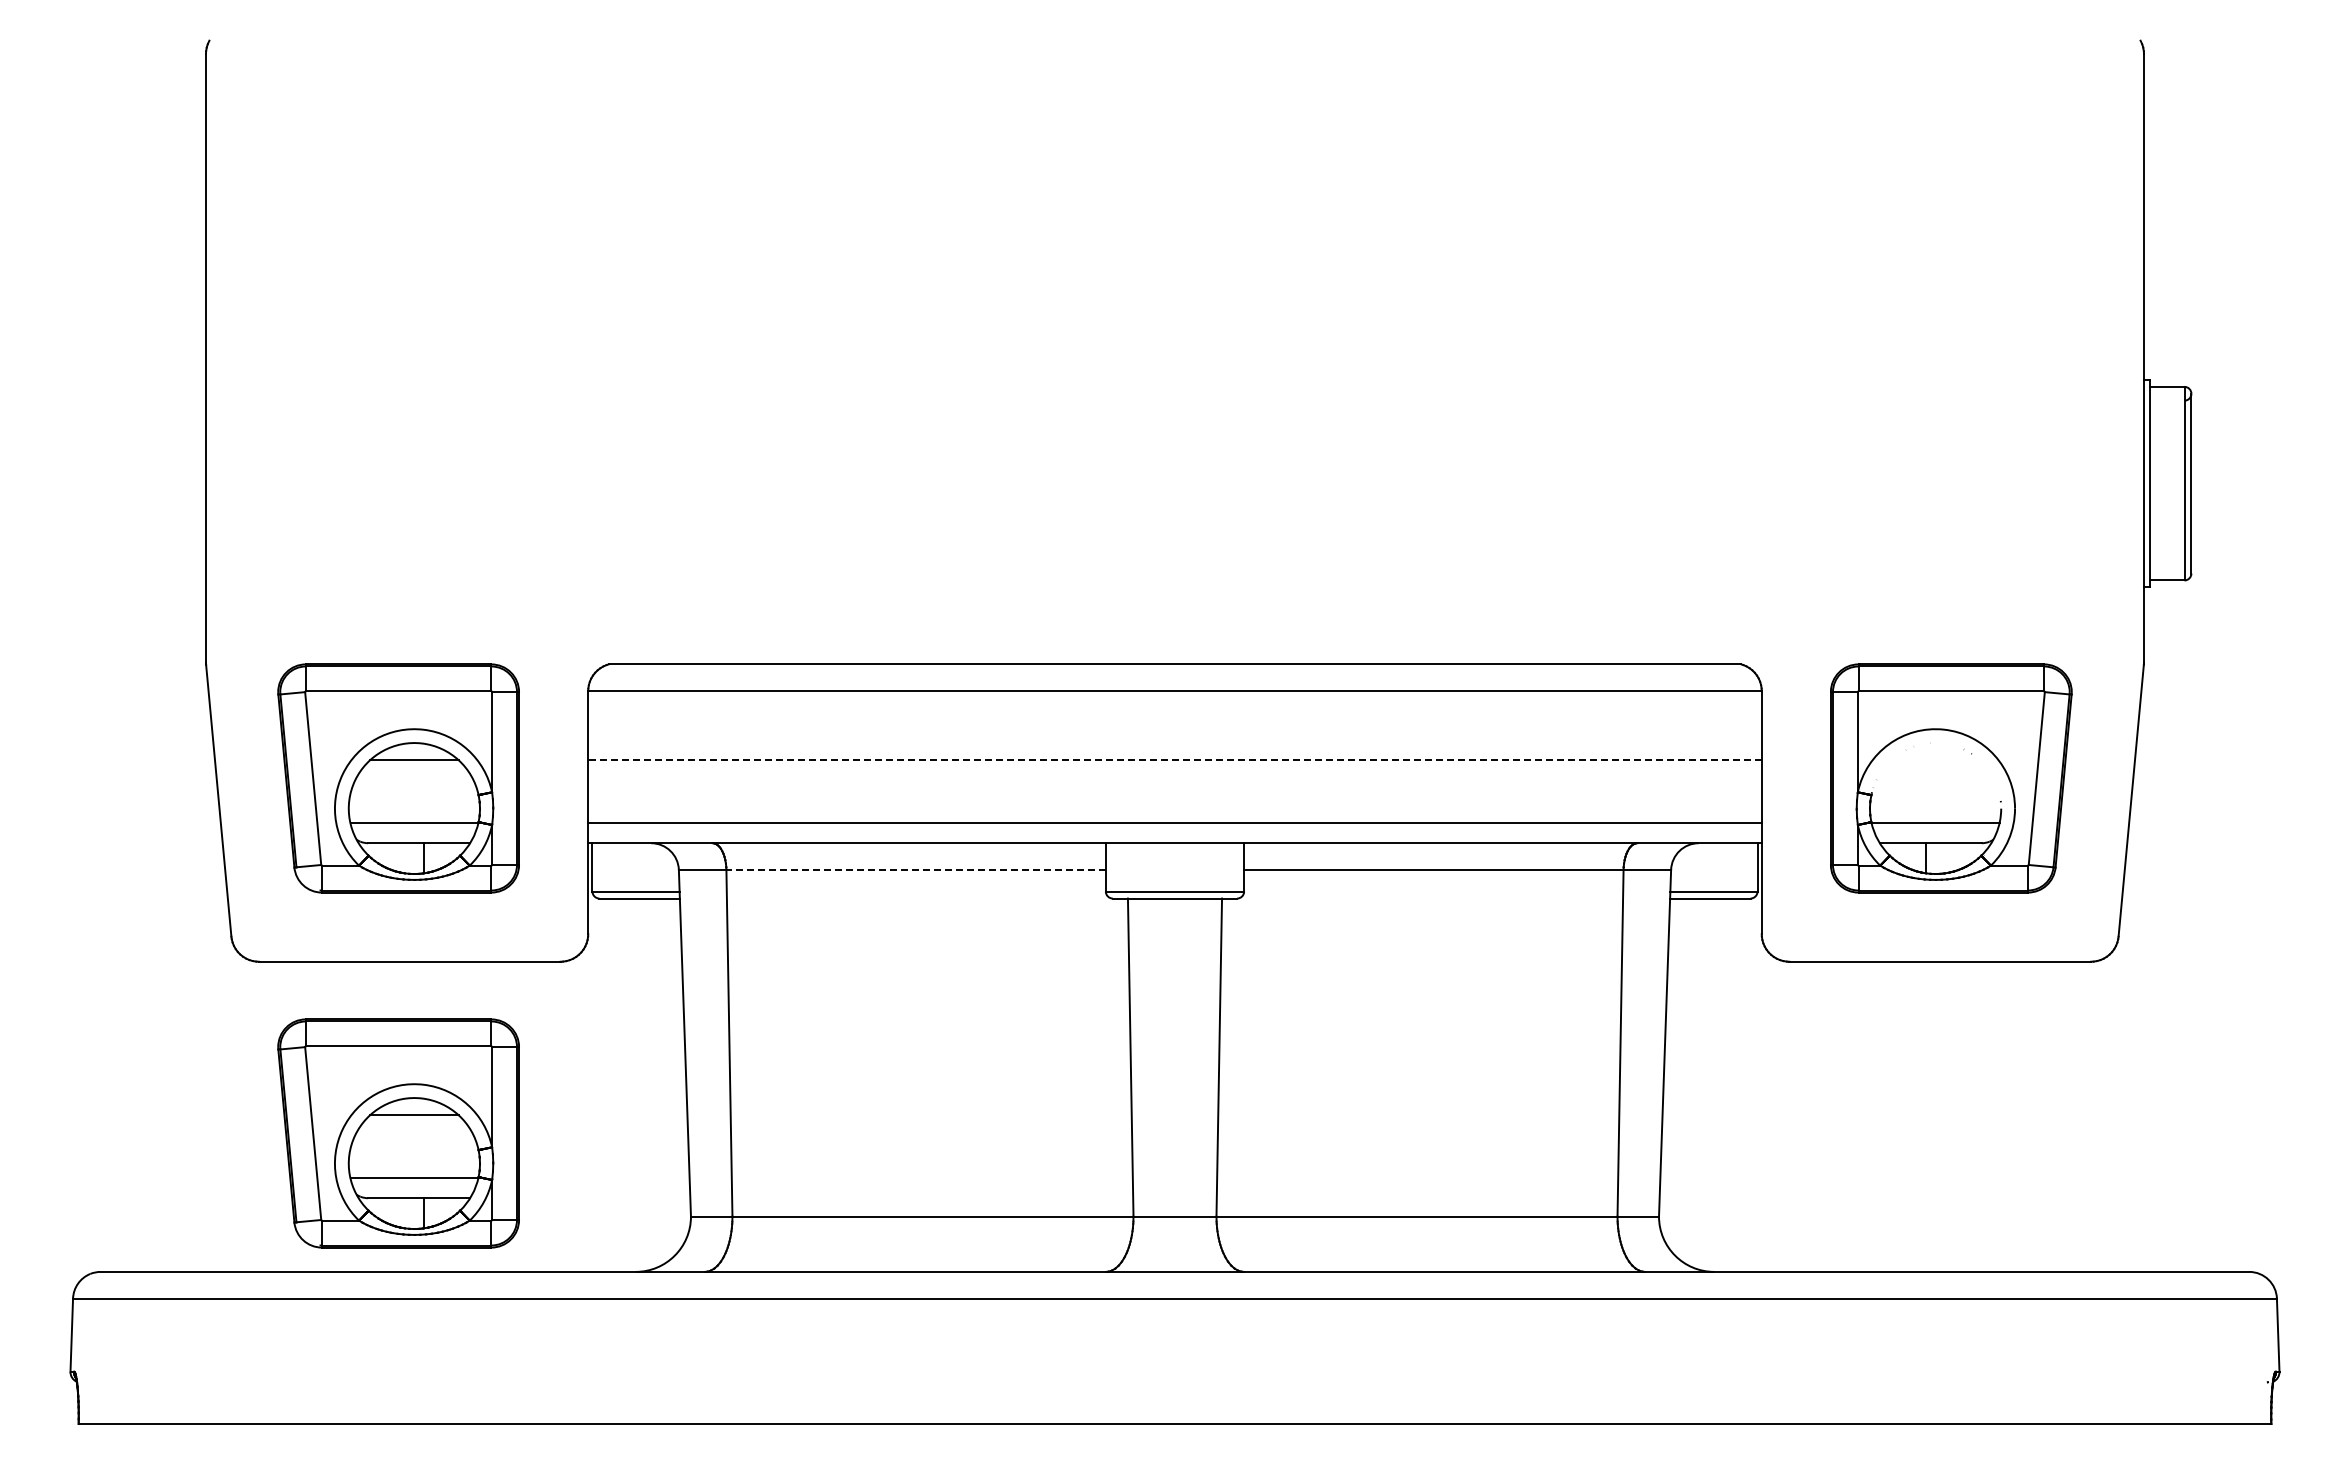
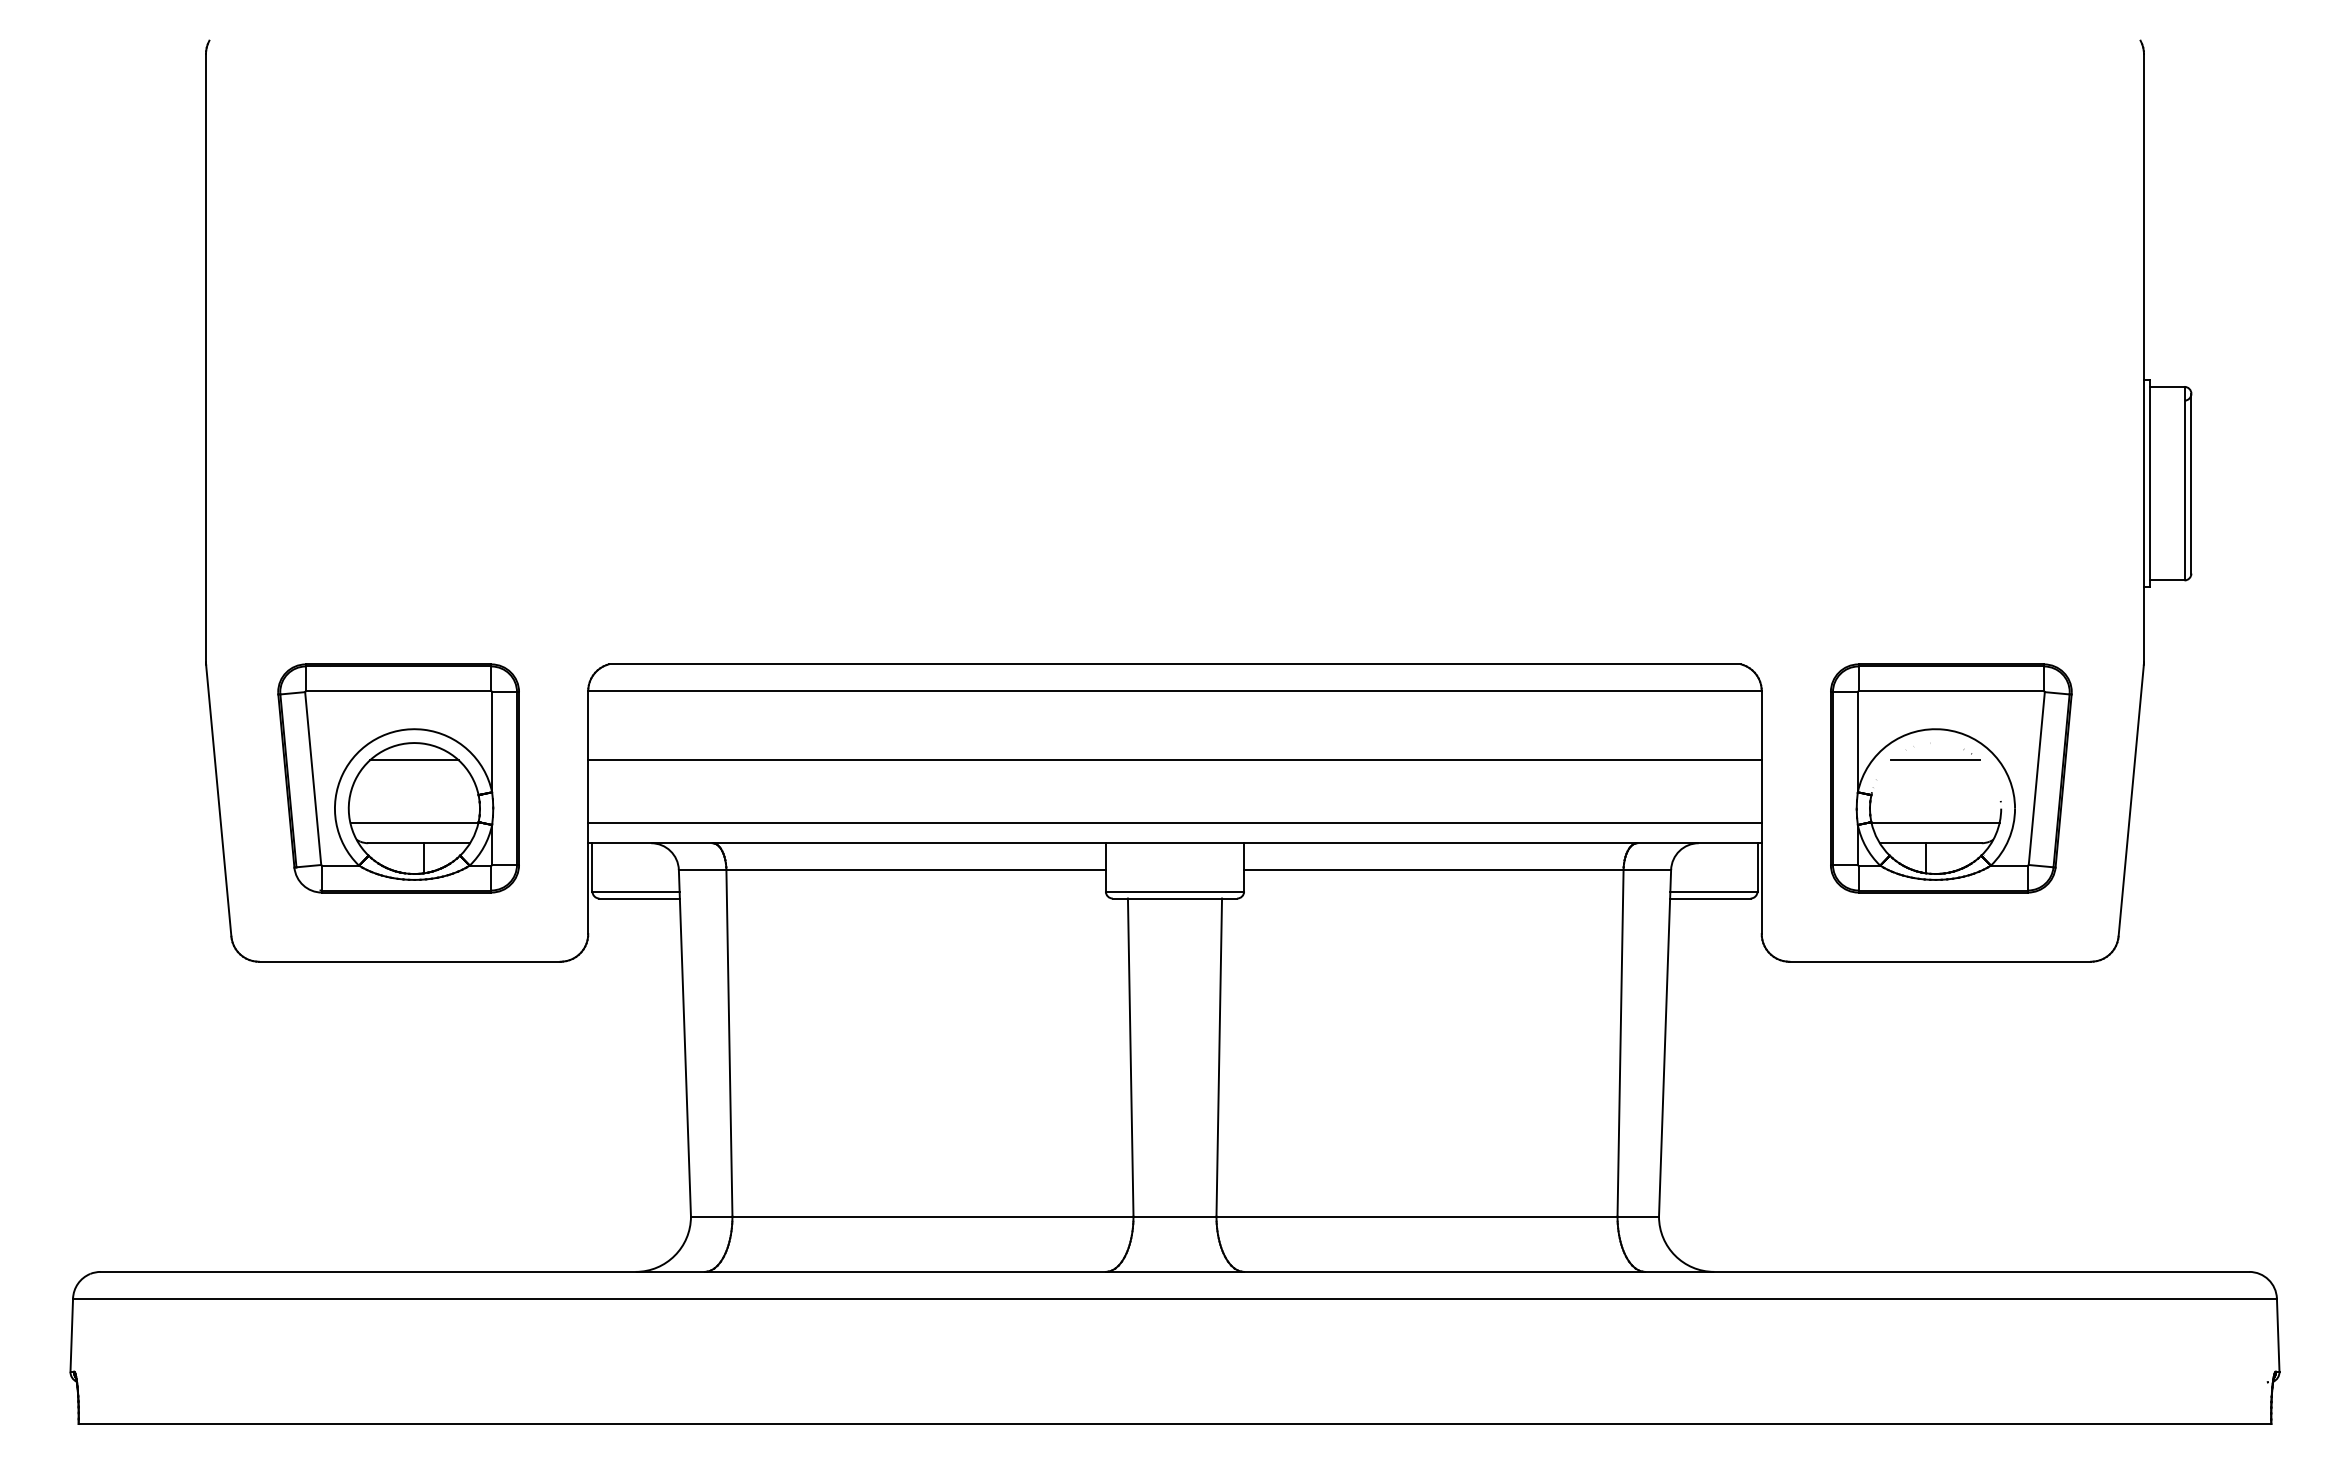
line at (1175, 760): dashed -> solid
line at (1935, 760): none -> present
line at (916, 869): dashed -> solid
part at (398, 1133): present -> none
